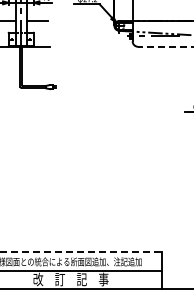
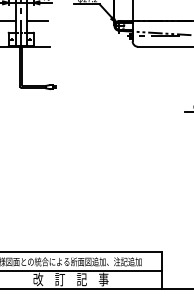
line at (166, 46): dashed -> solid
line at (81, 252): dashed -> solid
